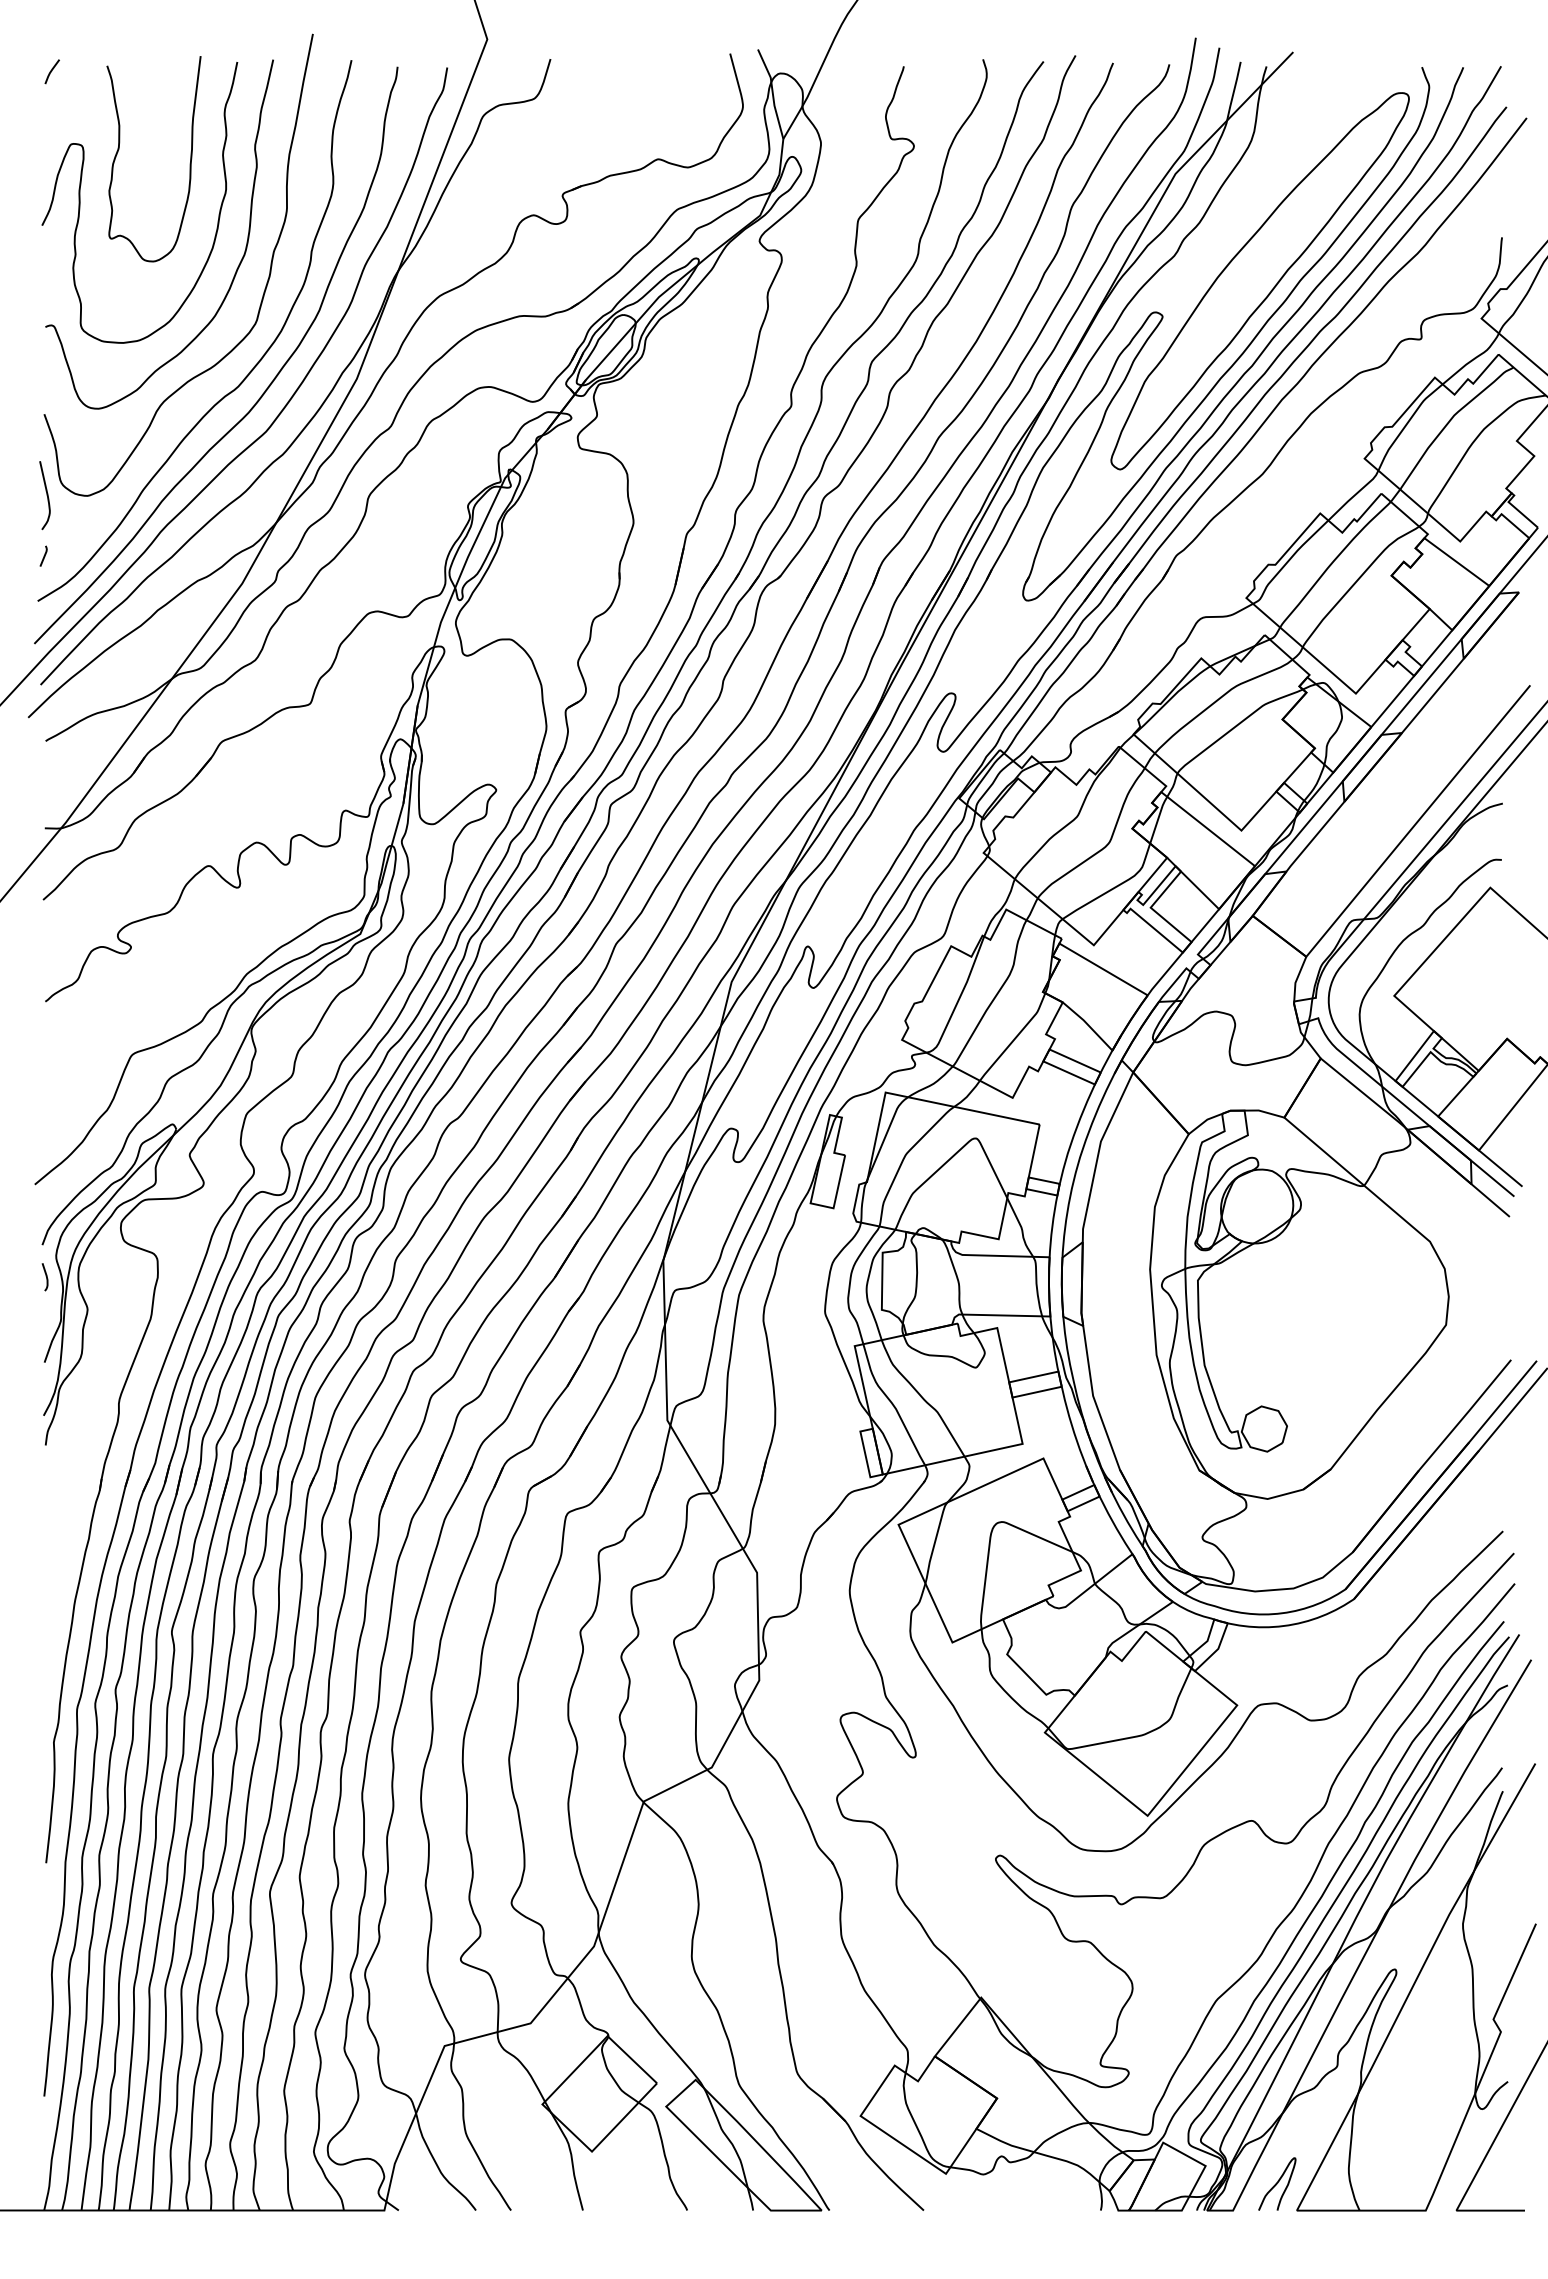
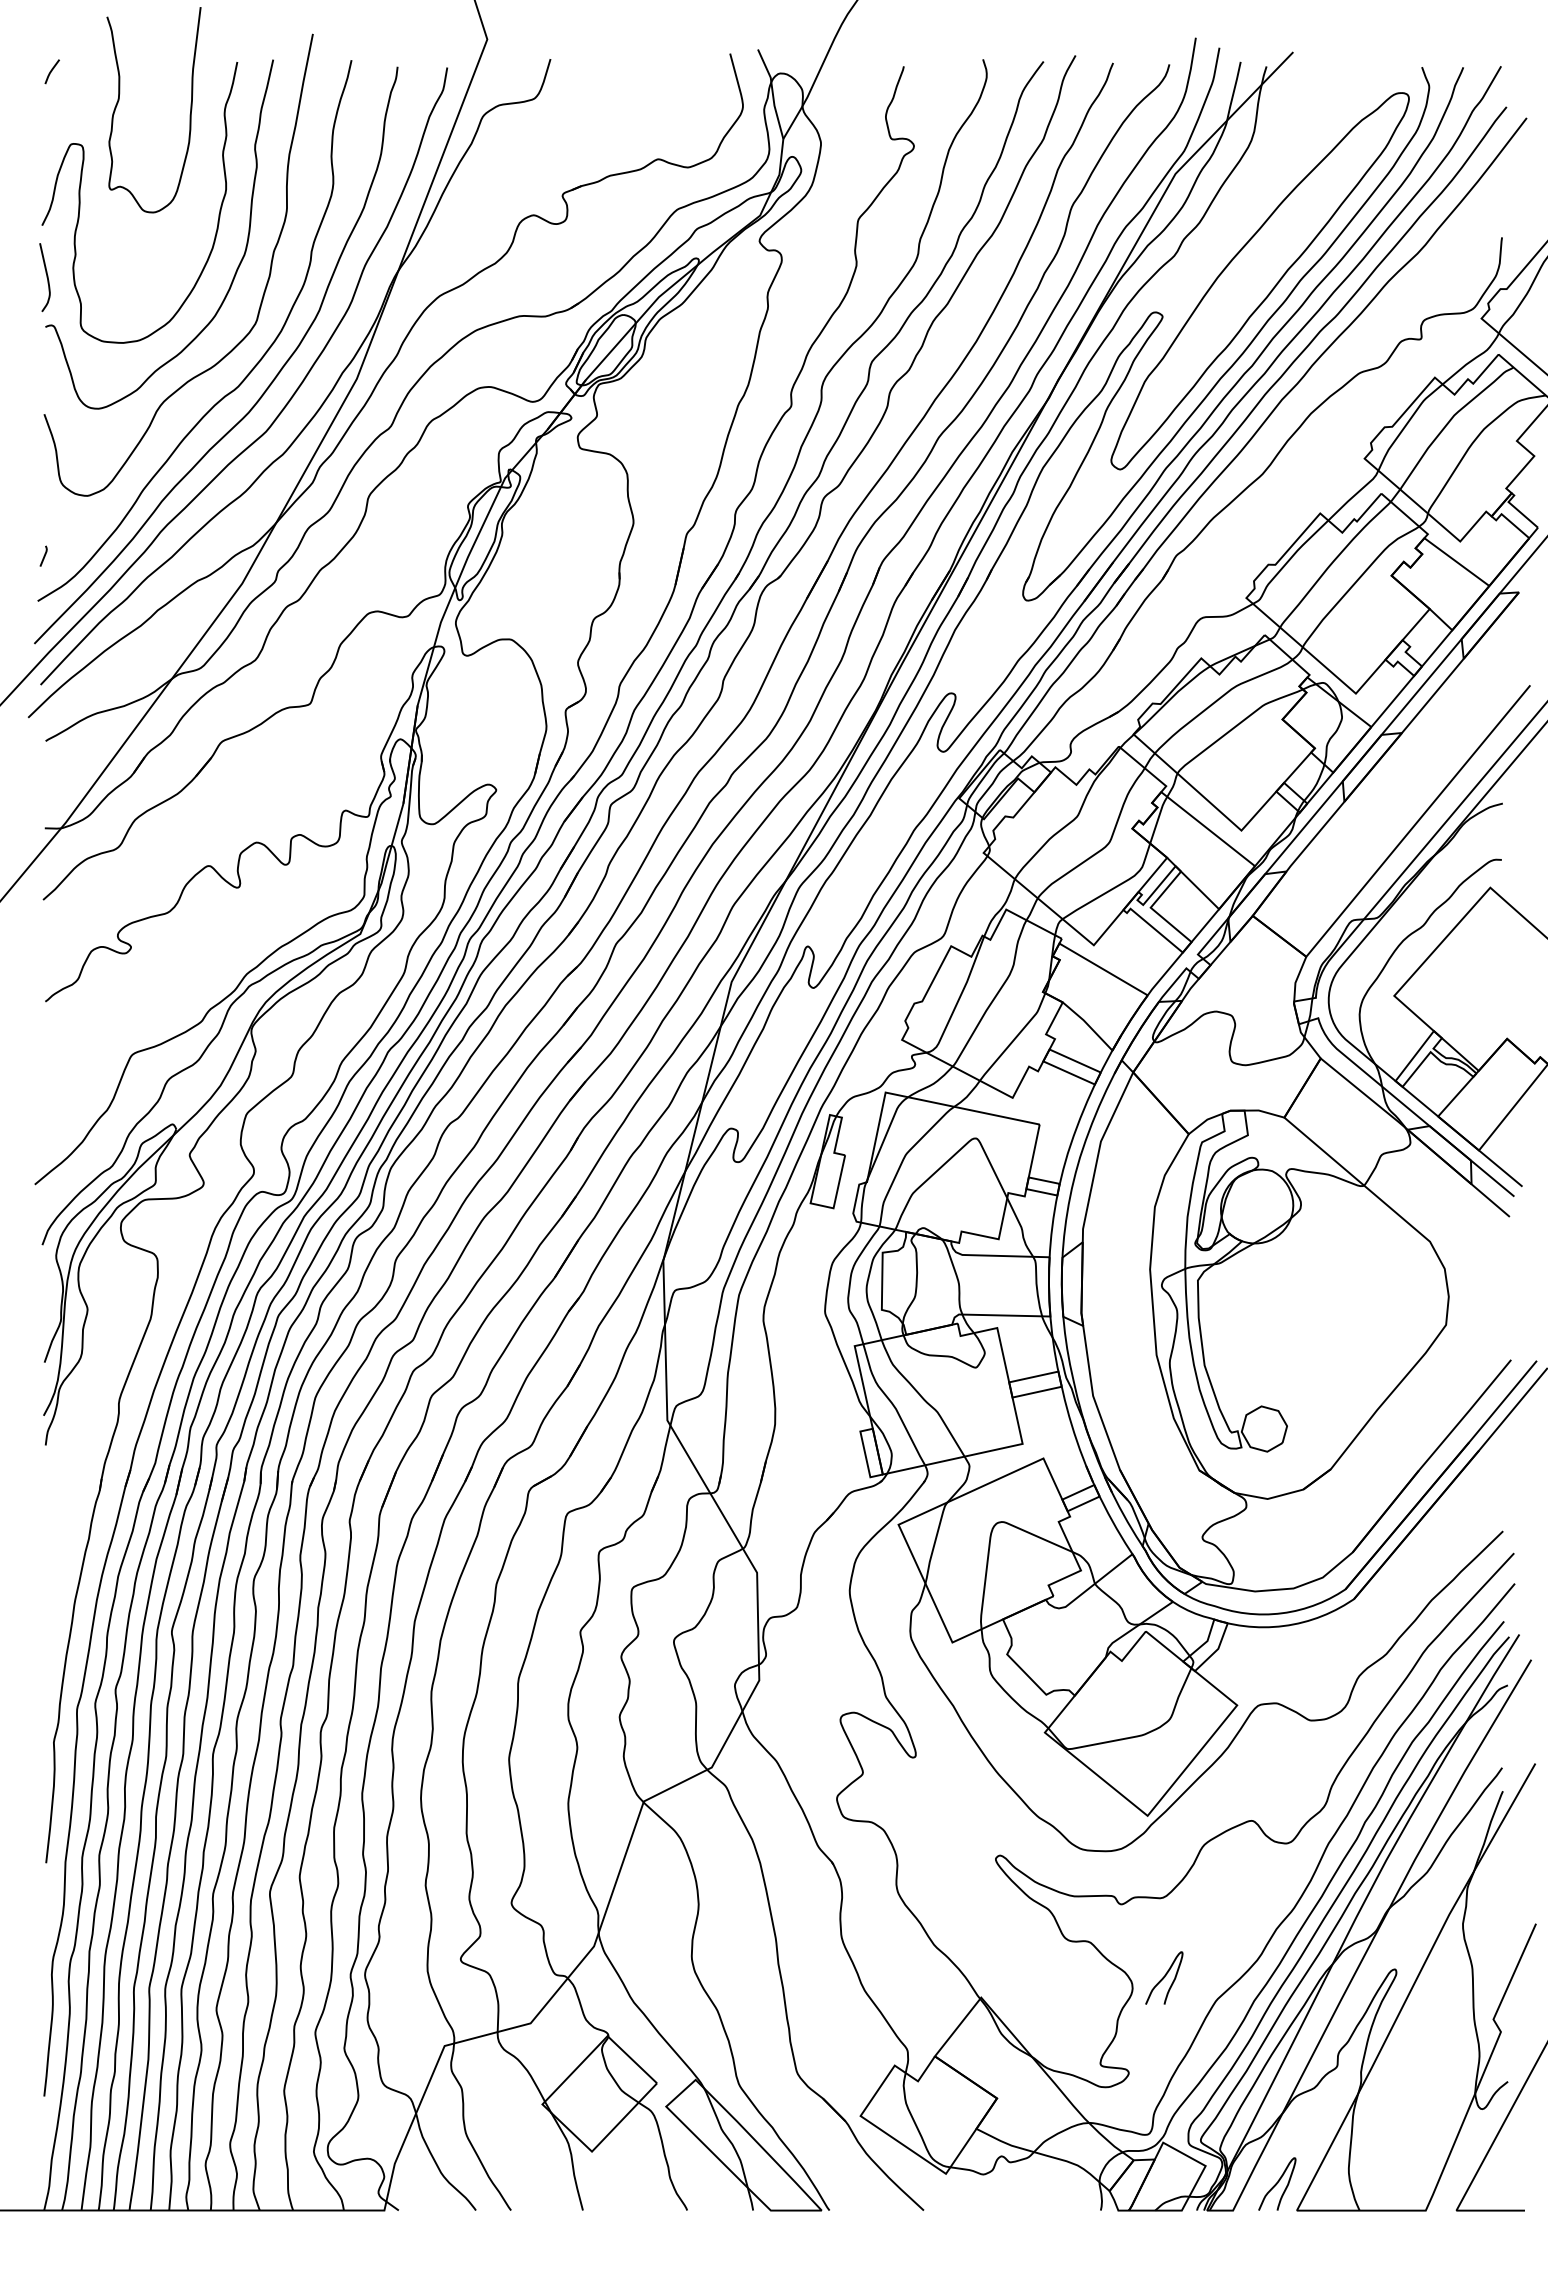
curve at (119, 149) position: (119, 149) -> (119, 100)
curve at (46, 495) position: (46, 495) -> (46, 277)
curve at (45, 1276): present -> none
curve at (1164, 1977): none -> present
